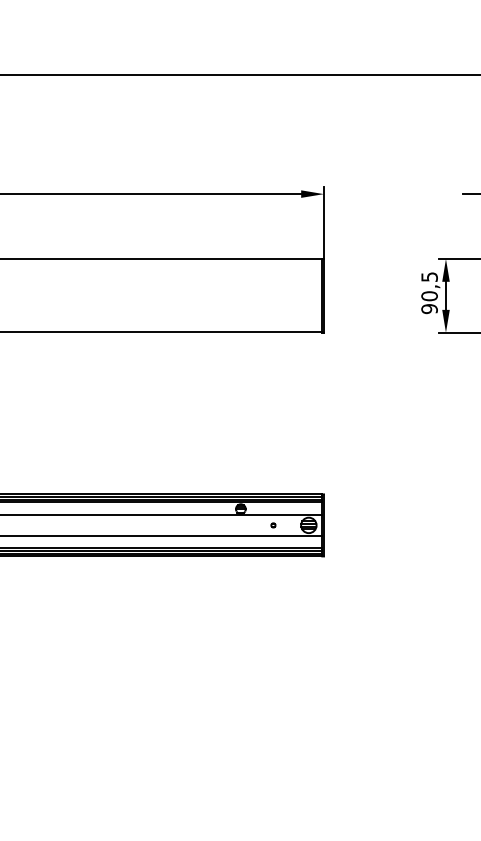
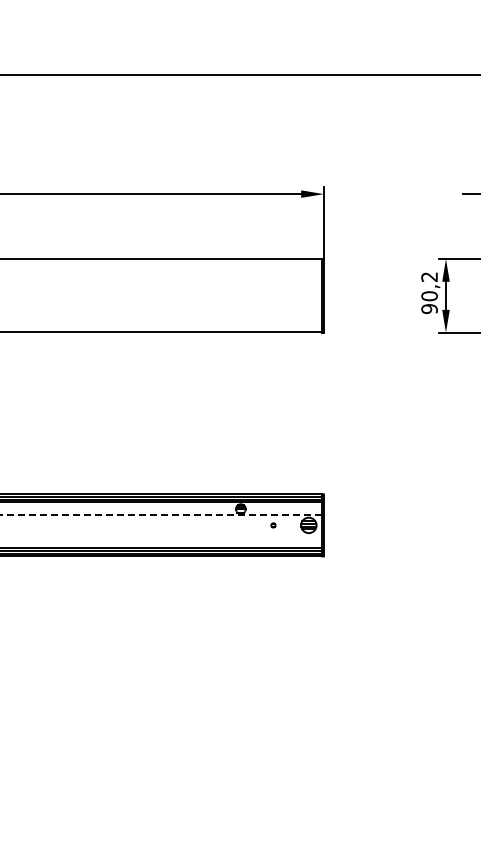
text at (429, 276): 90,5 -> 90,2
line at (161, 515): solid -> dashed
line at (162, 535): present -> none
